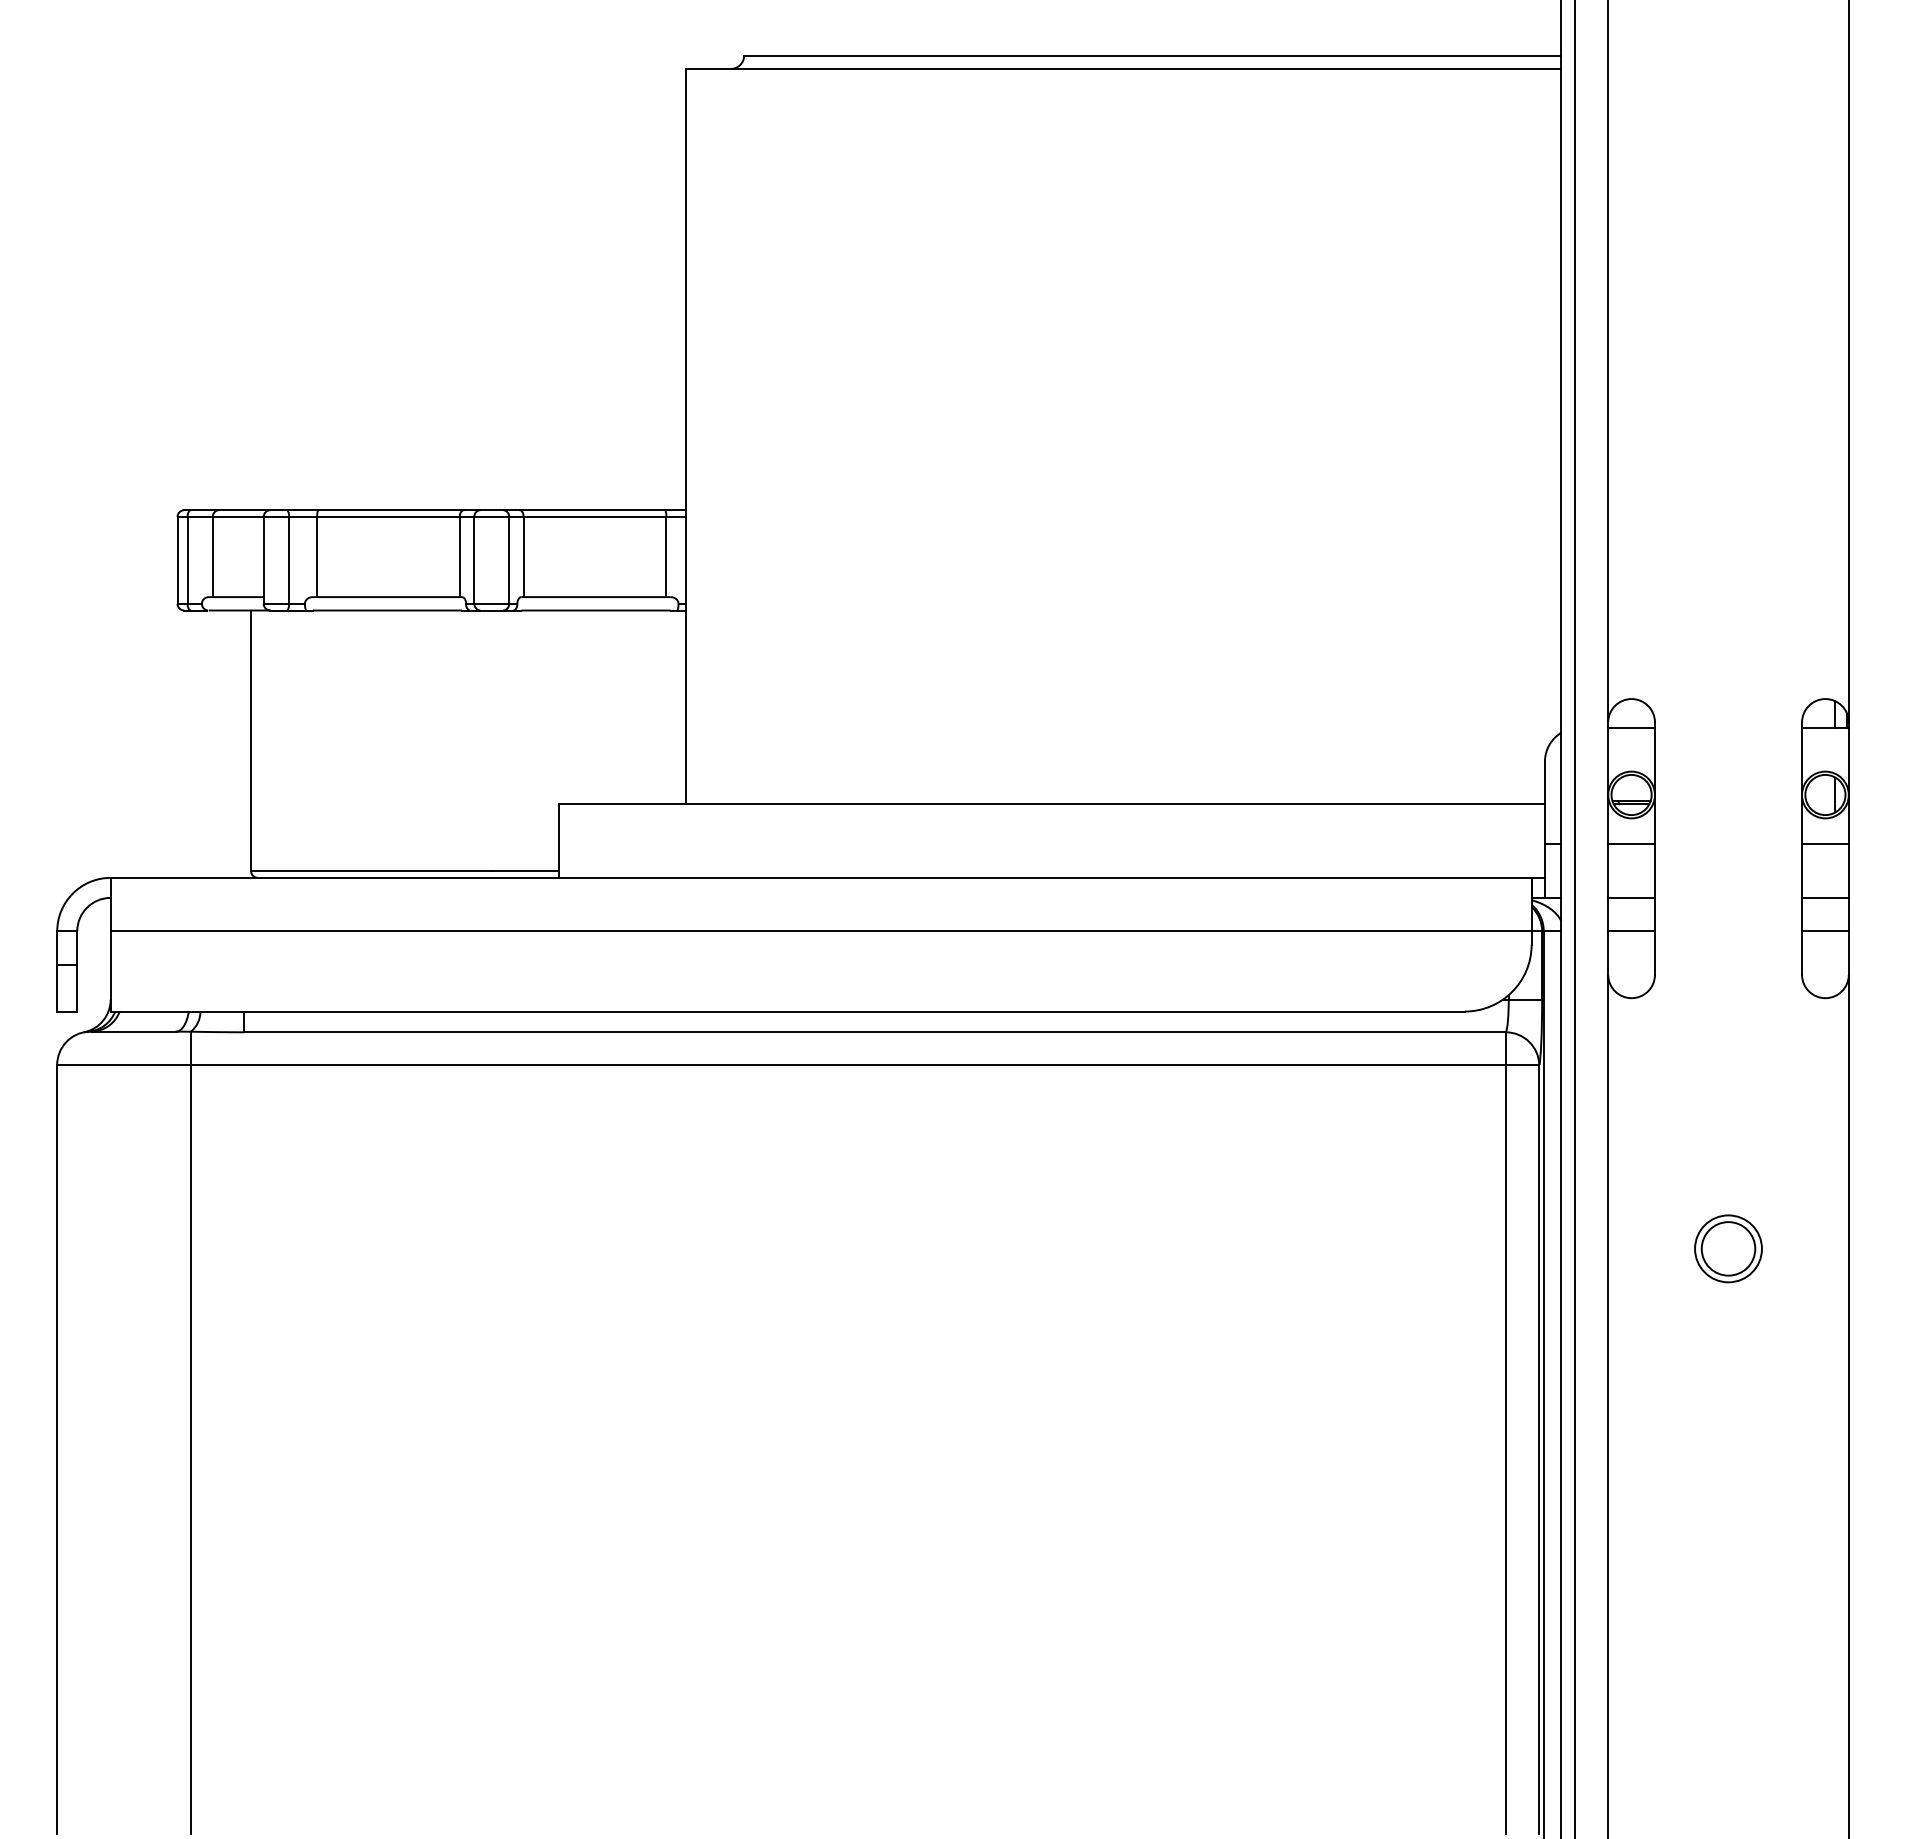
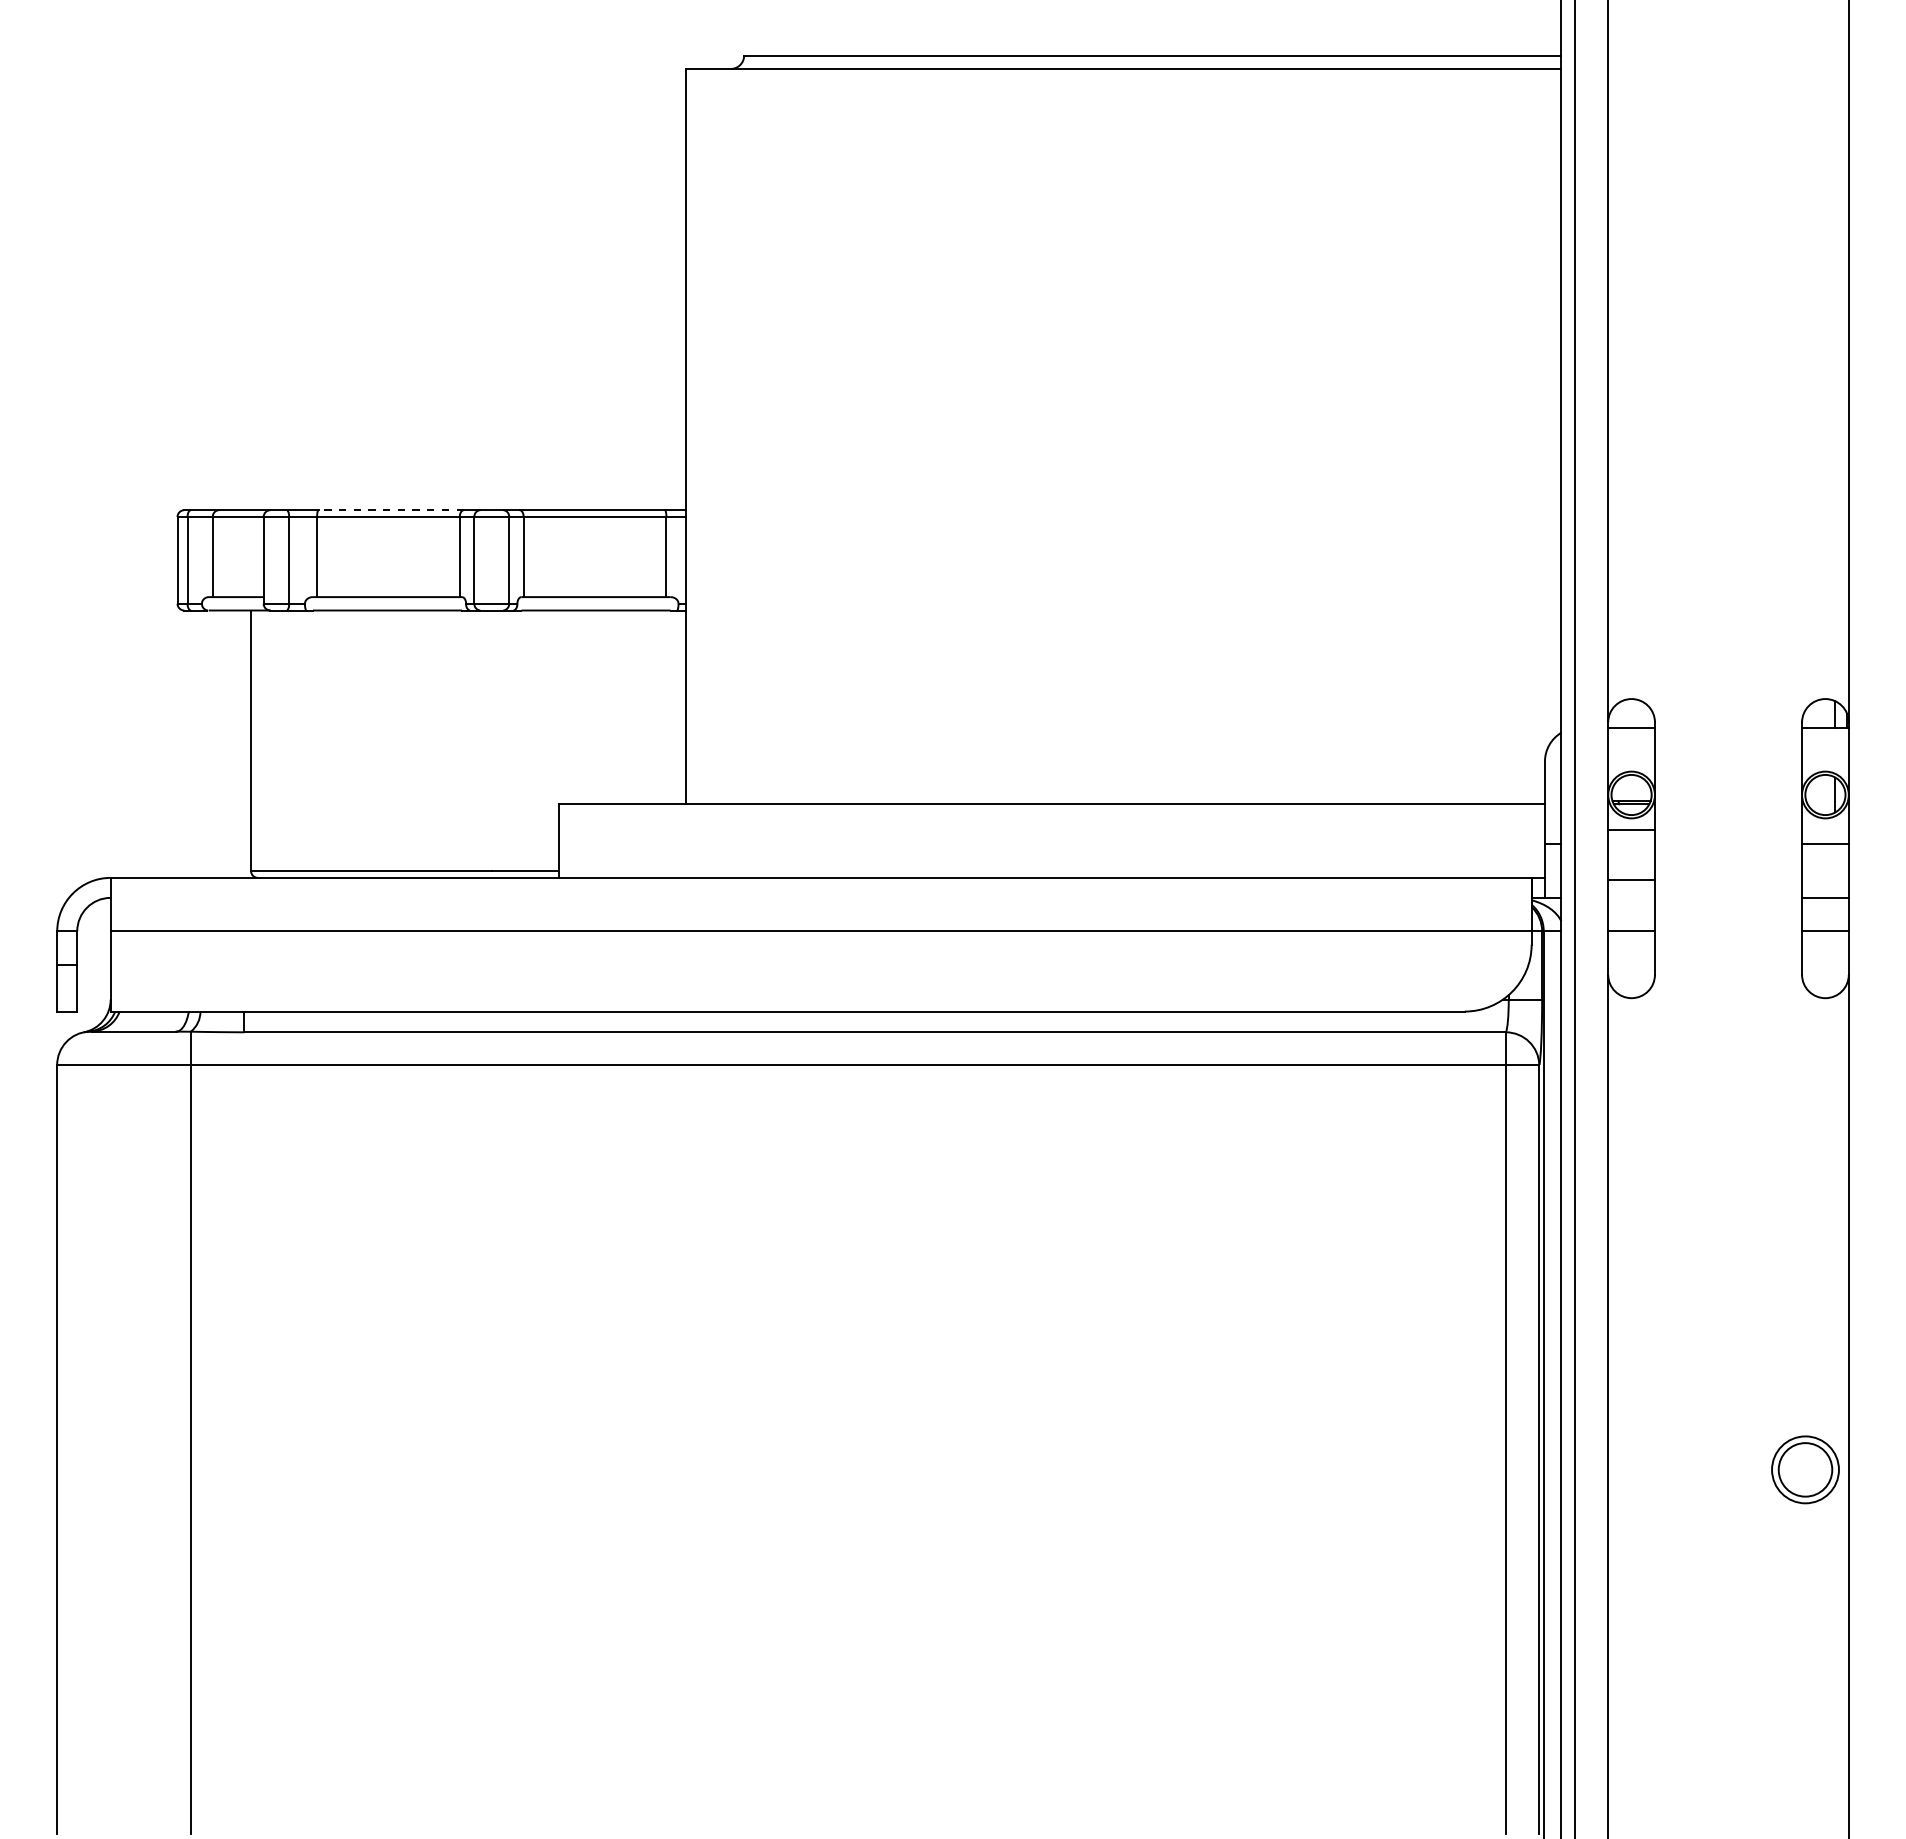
line at (391, 510): solid -> dashed
line at (1631, 844) position: (1631, 844) -> (1631, 830)
line at (1631, 897) position: (1631, 897) -> (1631, 879)
part at (1728, 1248) position: (1728, 1248) -> (1805, 1469)
